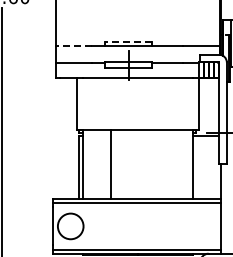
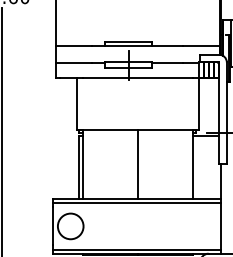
line at (128, 41): dashed -> solid
line at (73, 46): dashed -> solid
line at (110, 164) position: (110, 164) -> (137, 164)
